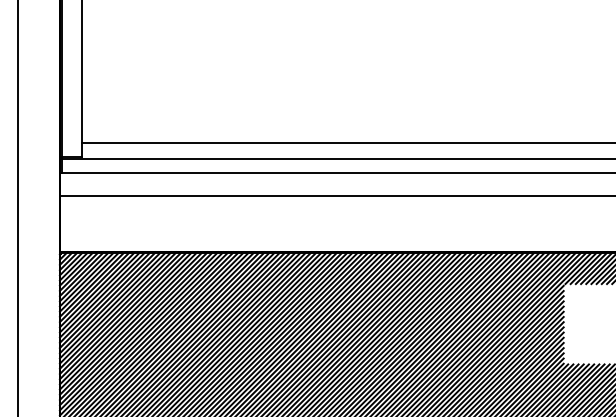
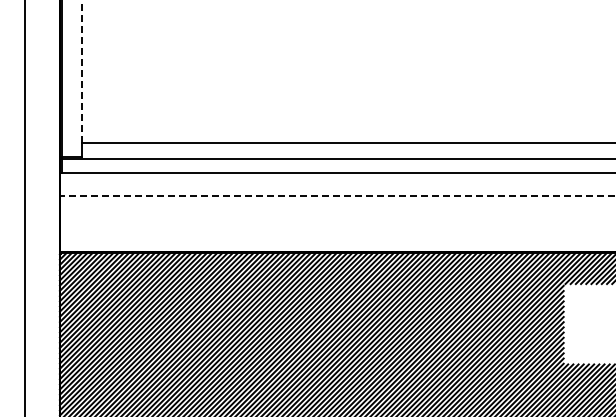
line at (81, 71): solid -> dashed
line at (337, 196): solid -> dashed
line at (18, 207) position: (18, 207) -> (25, 207)
